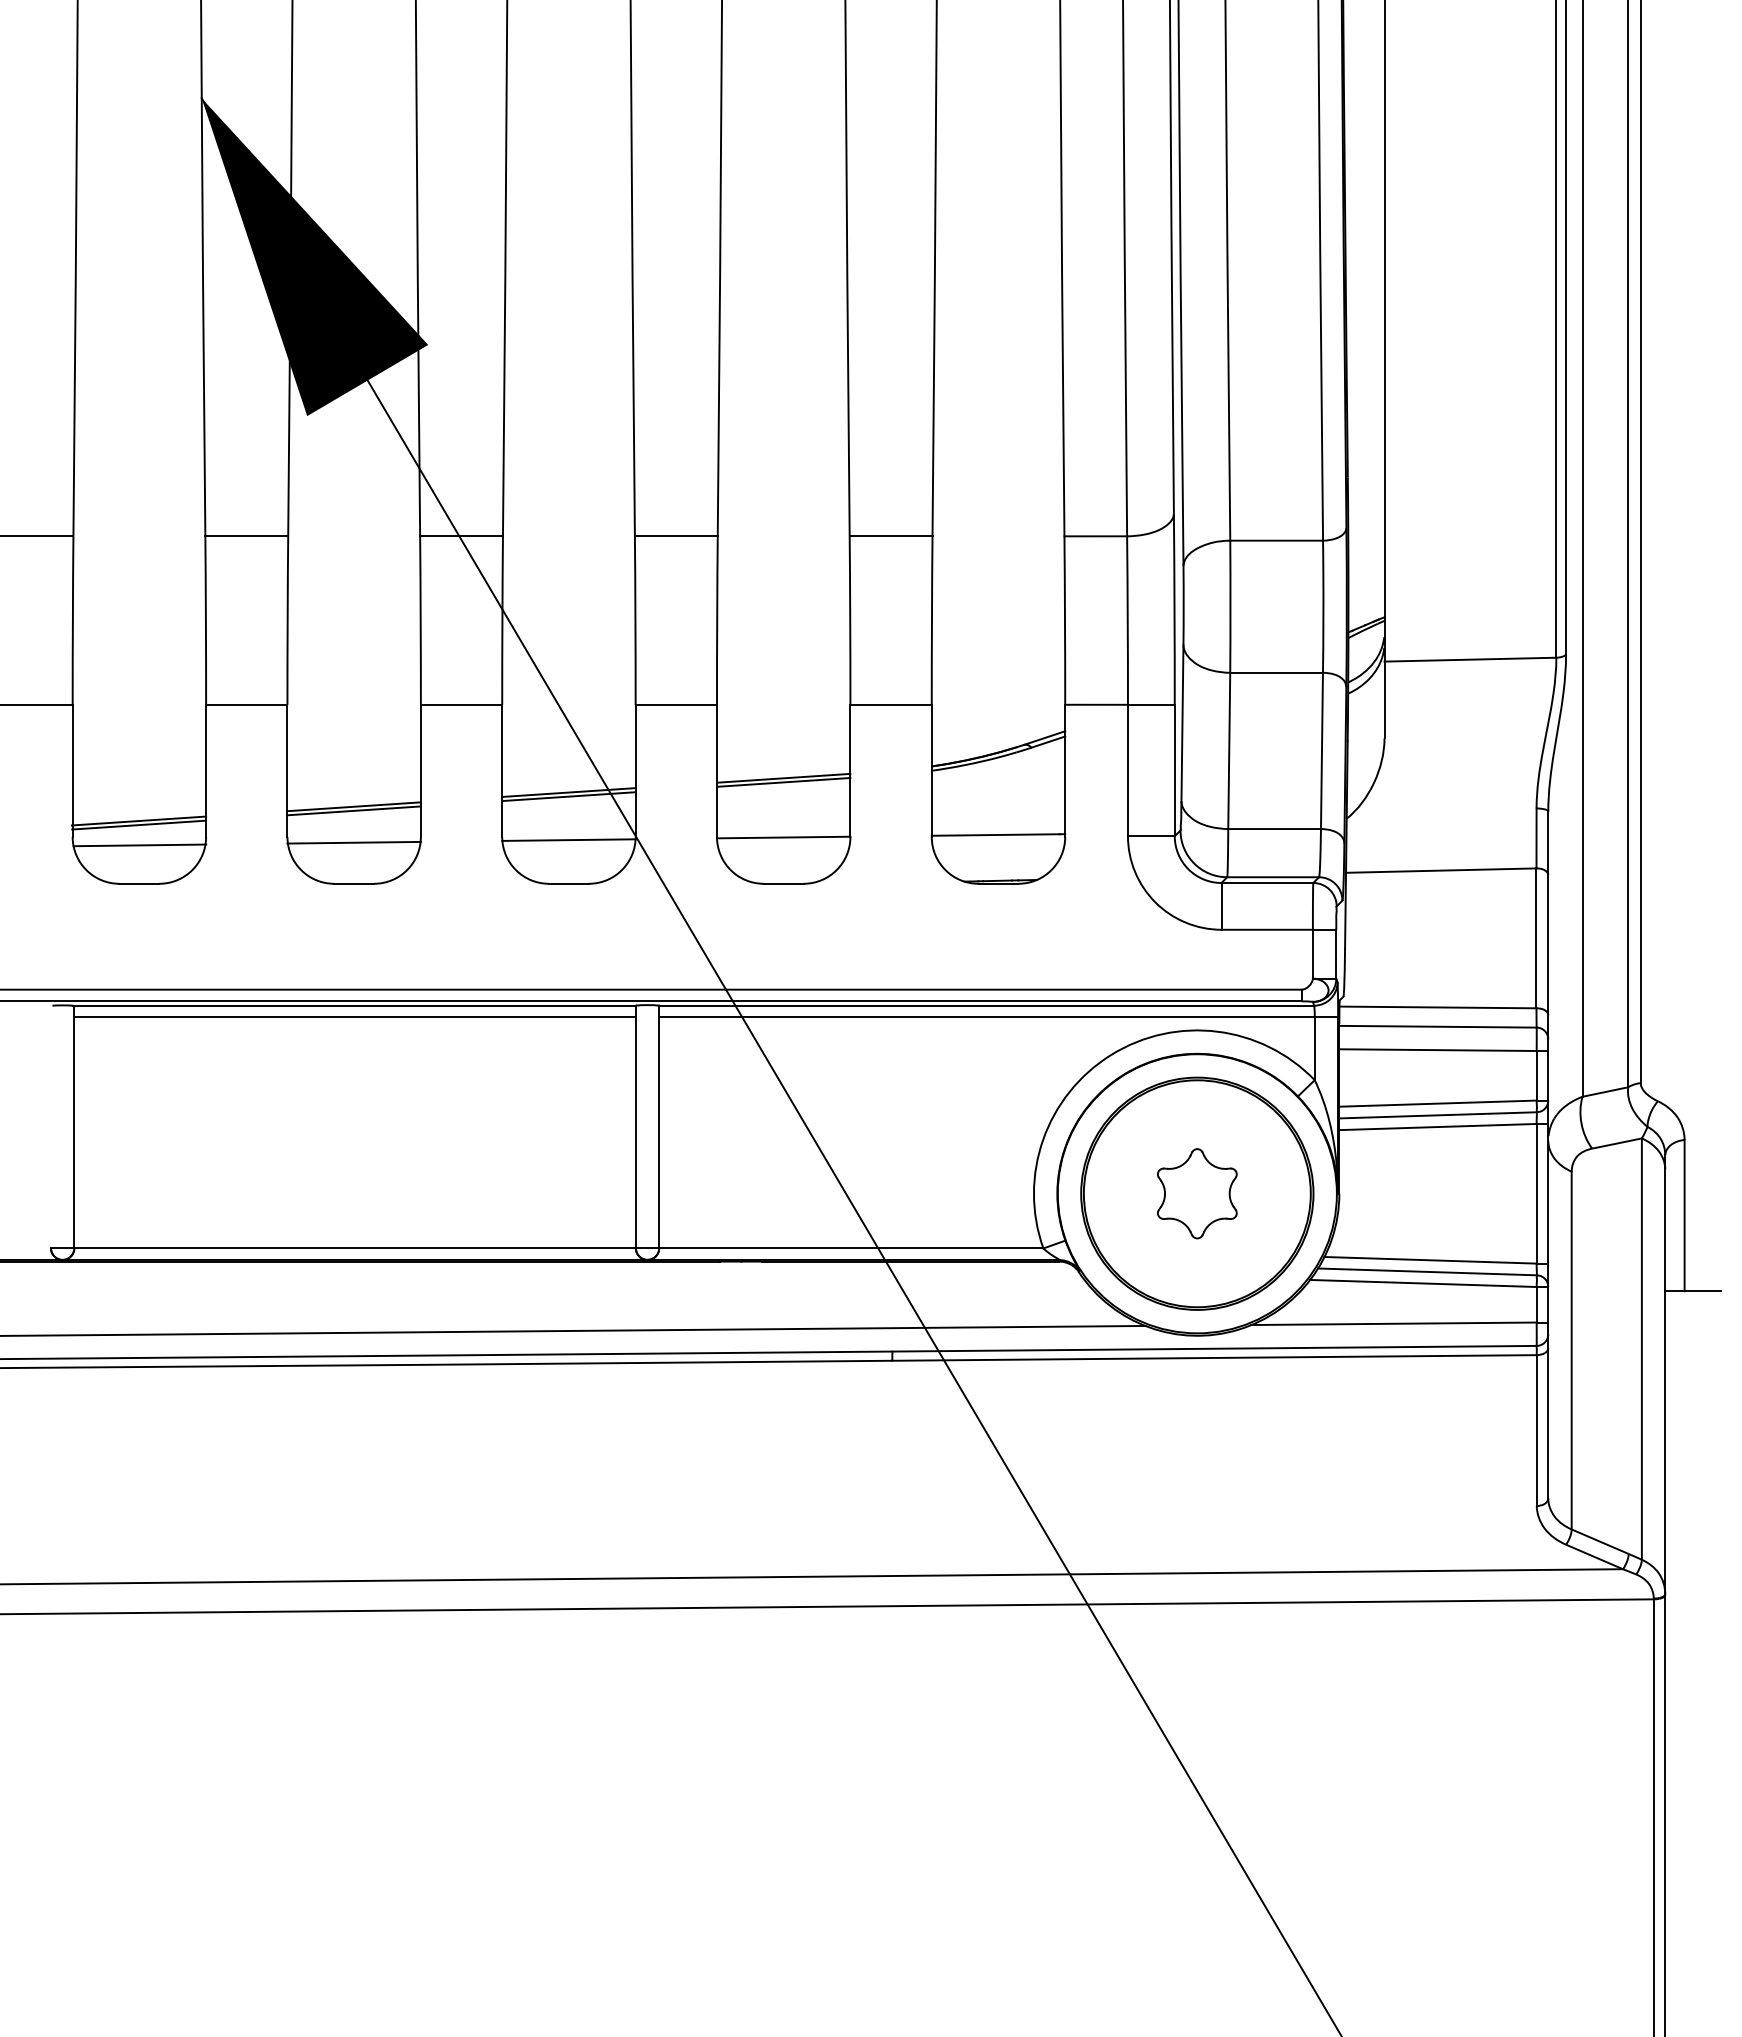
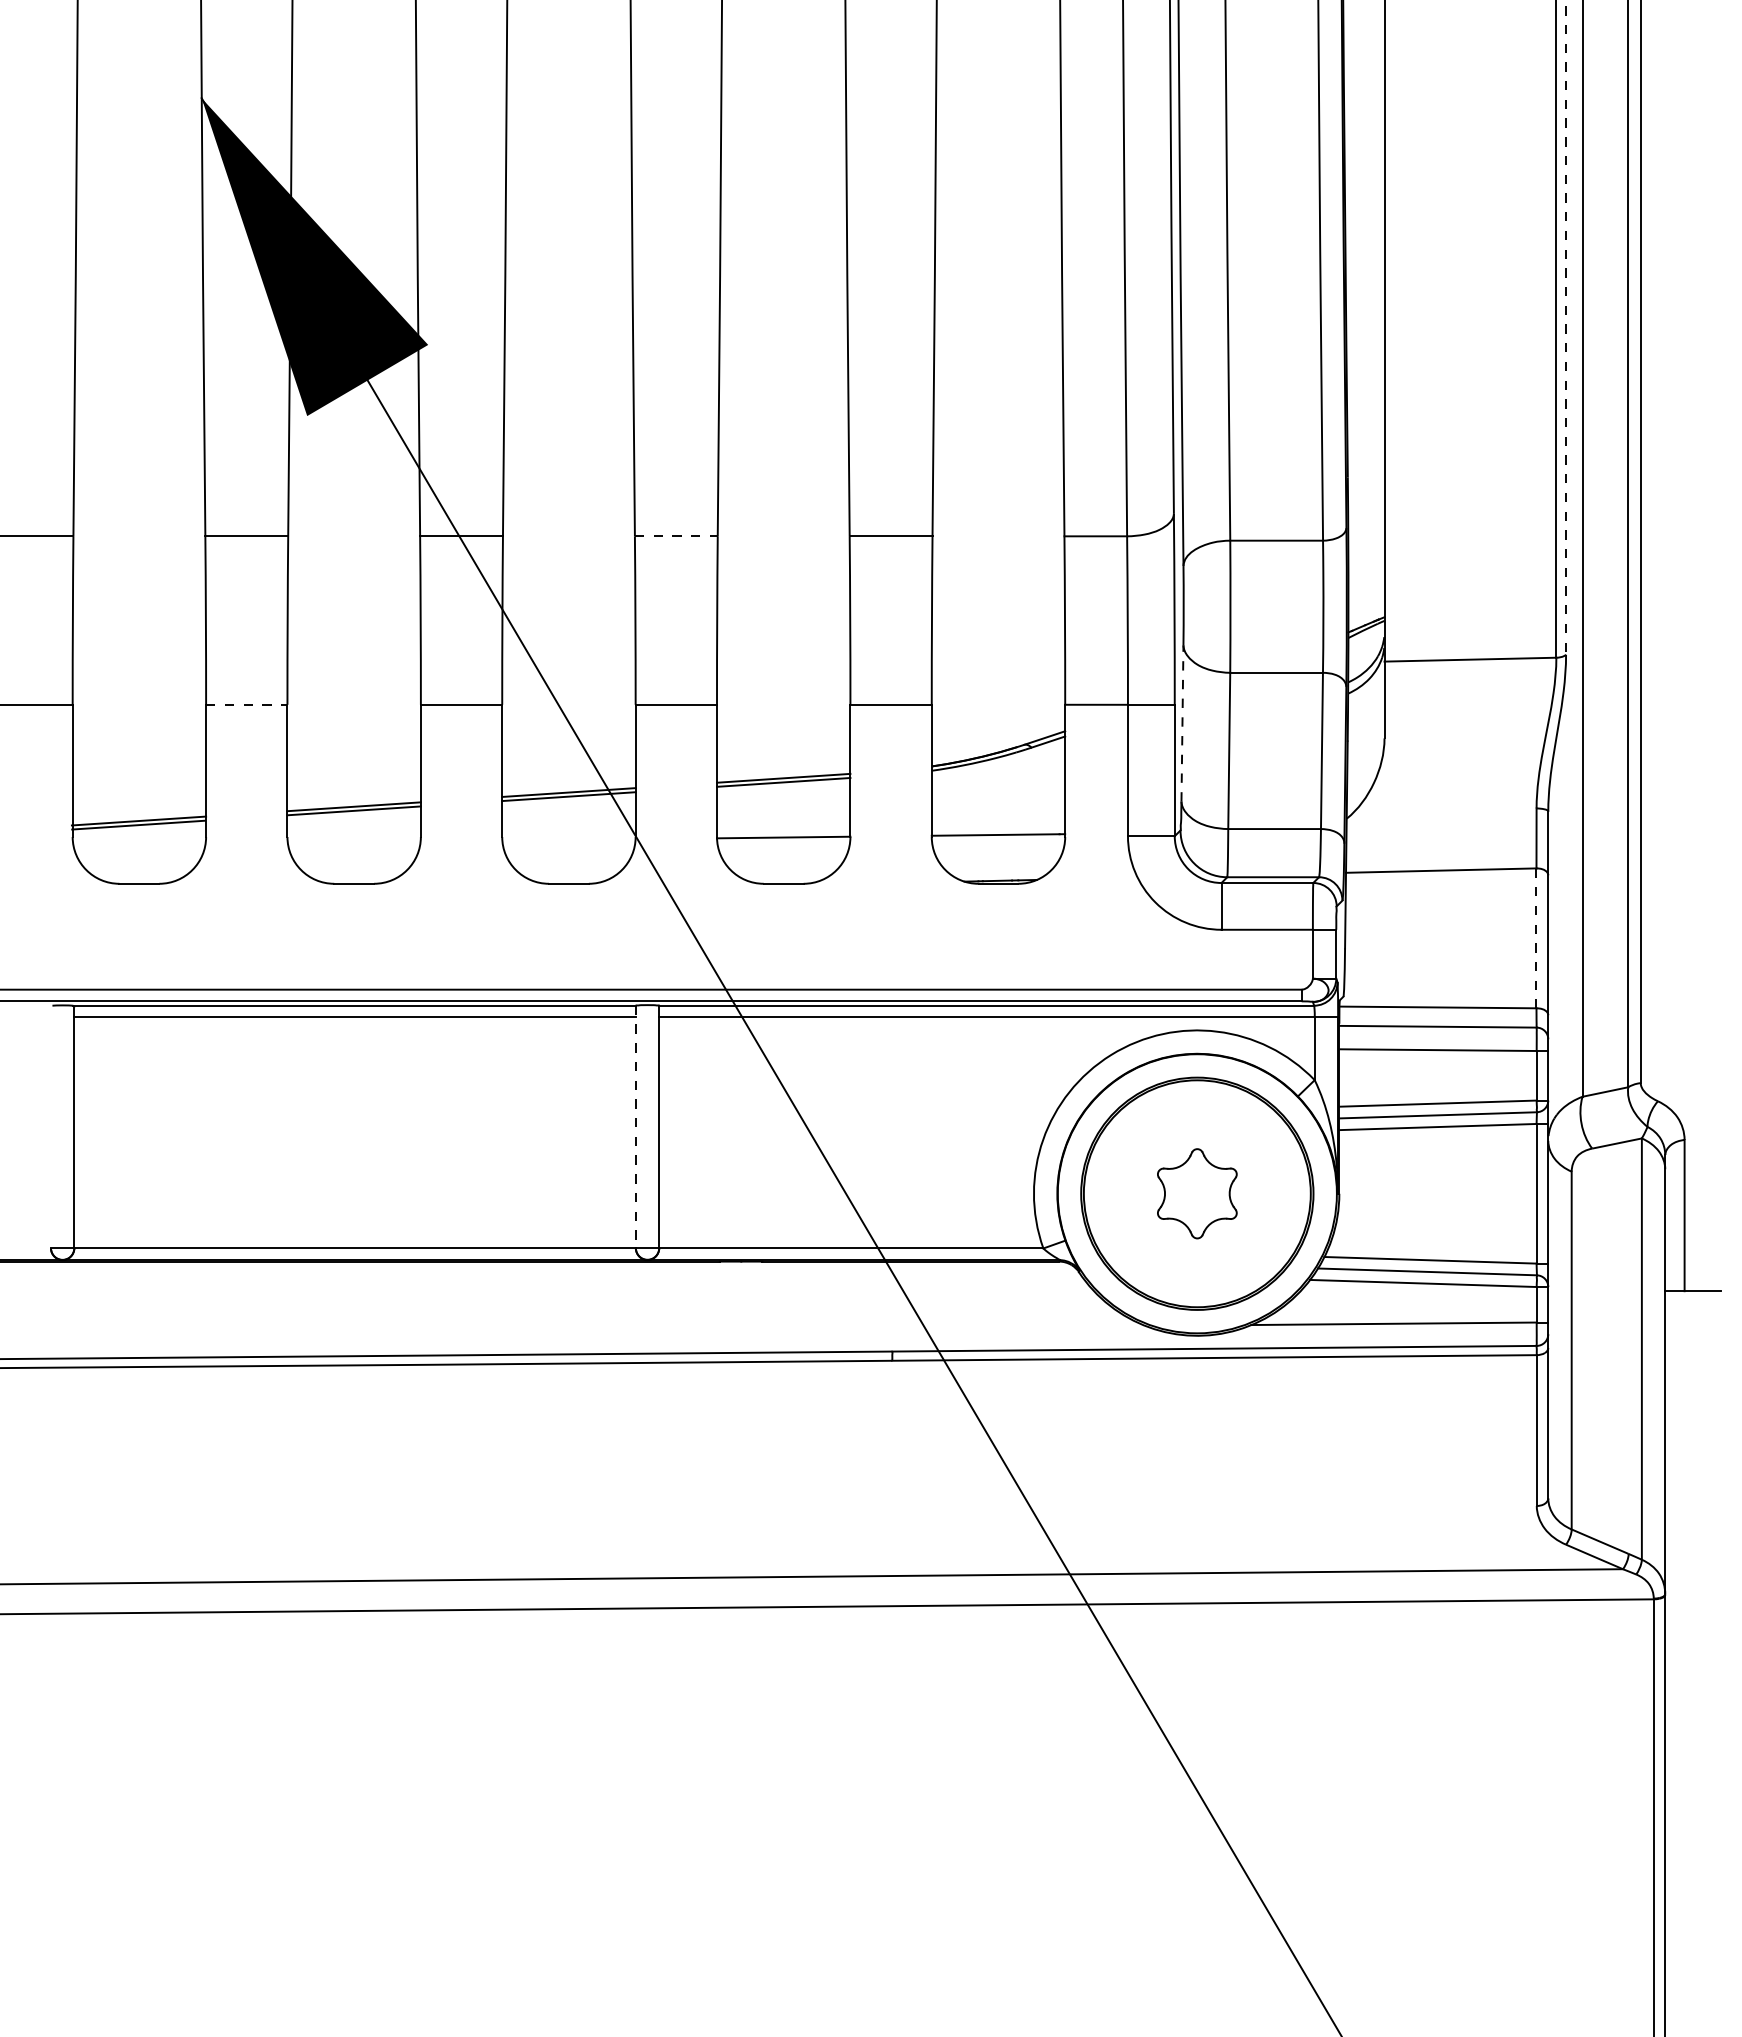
line at (1566, 327): solid -> dashed
line at (676, 536): solid -> dashed
line at (246, 704): solid -> dashed
line at (1182, 722): solid -> dashed
line at (568, 839): present -> none
line at (353, 842): present -> none
line at (139, 845): present -> none
line at (1536, 938): solid -> dashed
line at (635, 1127): solid -> dashed
line at (573, 1330): present -> none
